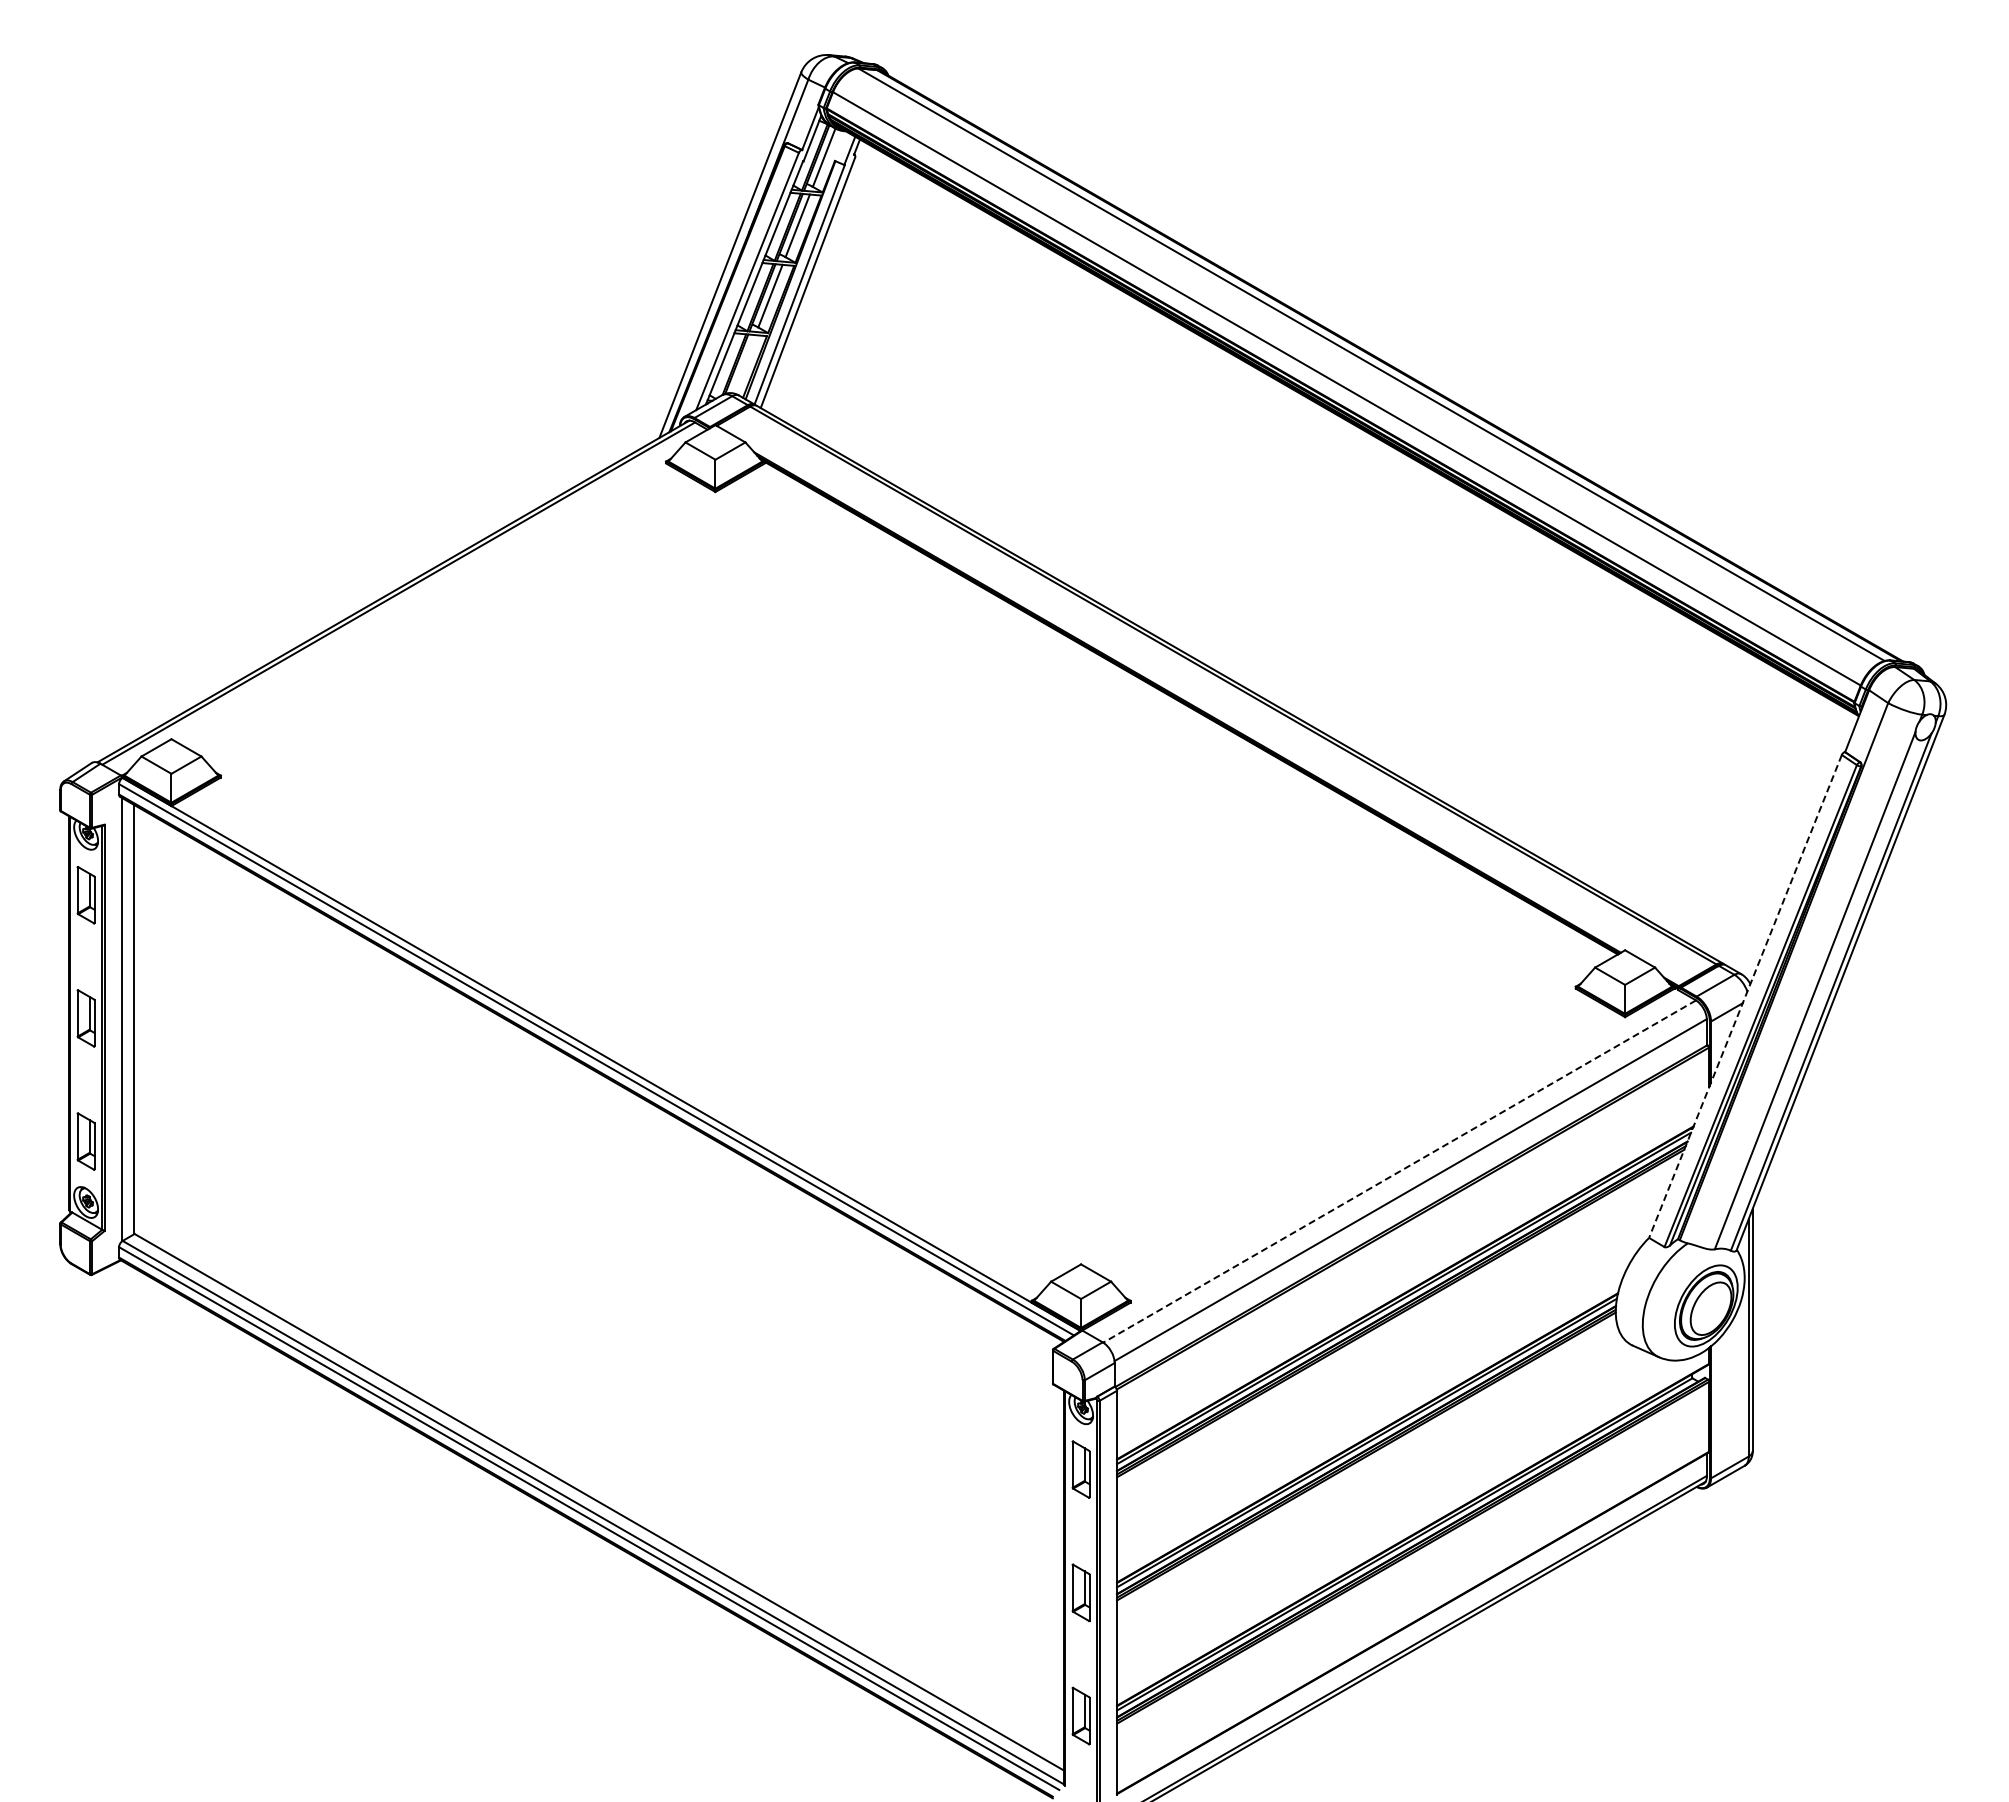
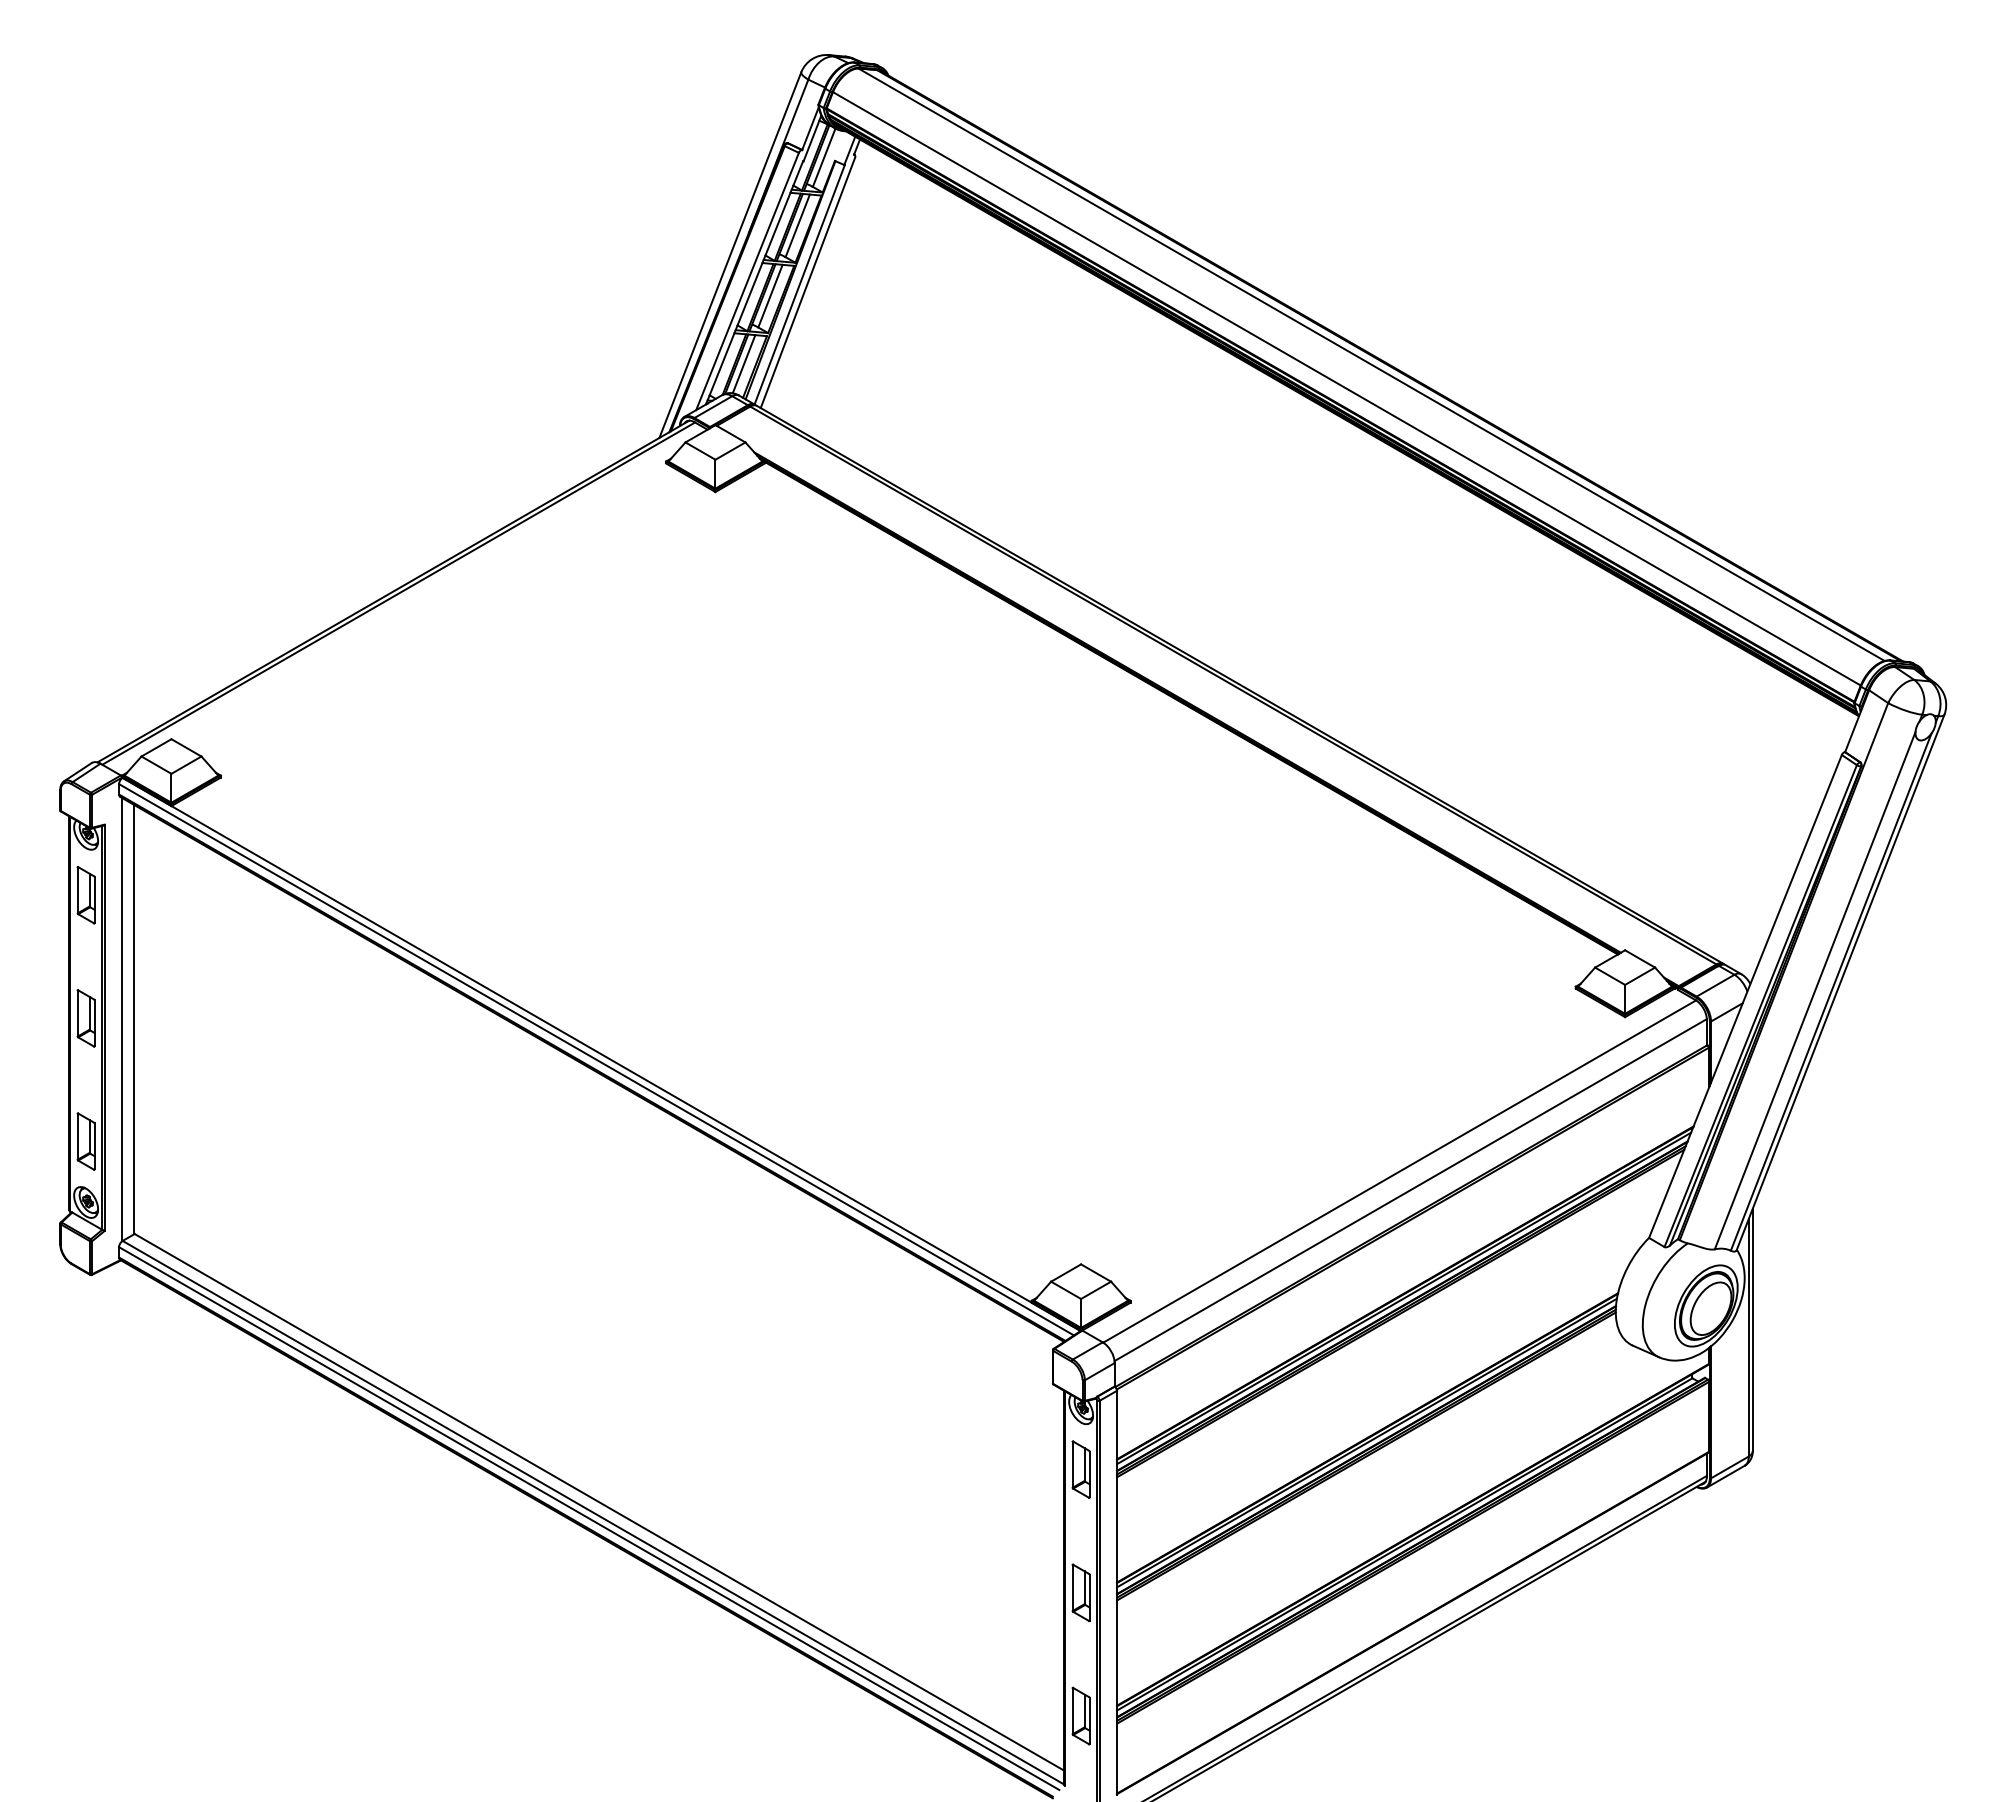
line at (743, 364): none -> present
line at (1745, 996): dashed -> solid
line at (1399, 1171): dashed -> solid
